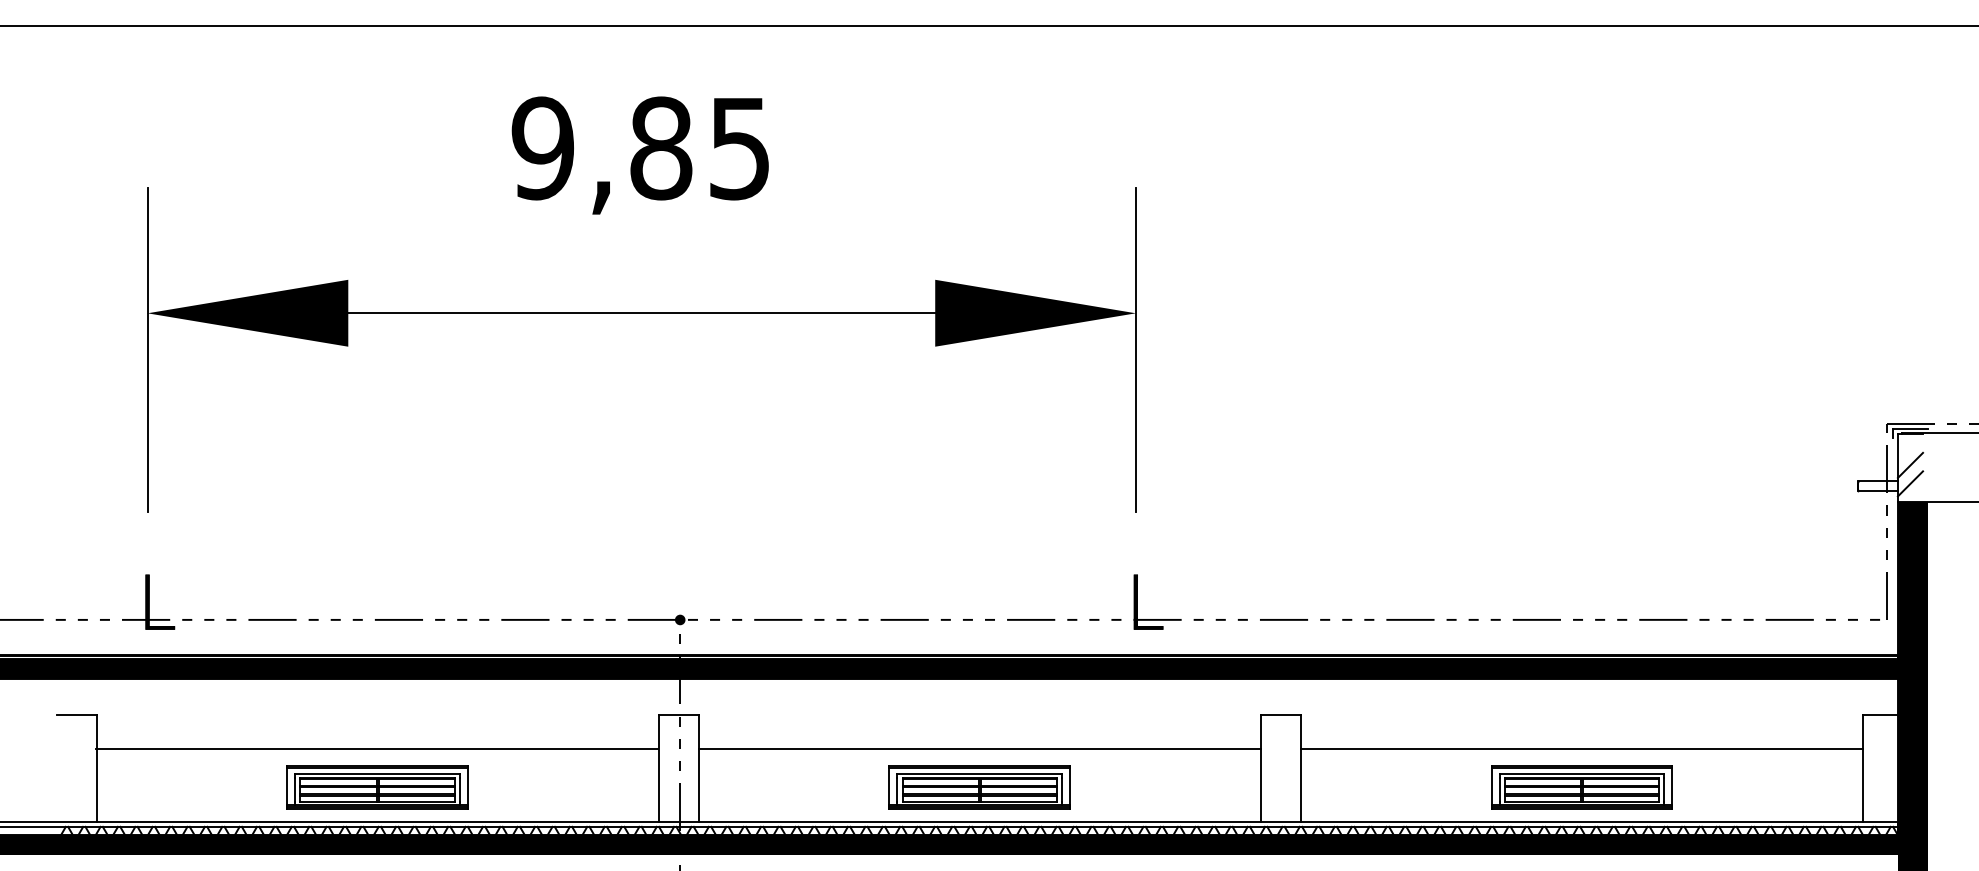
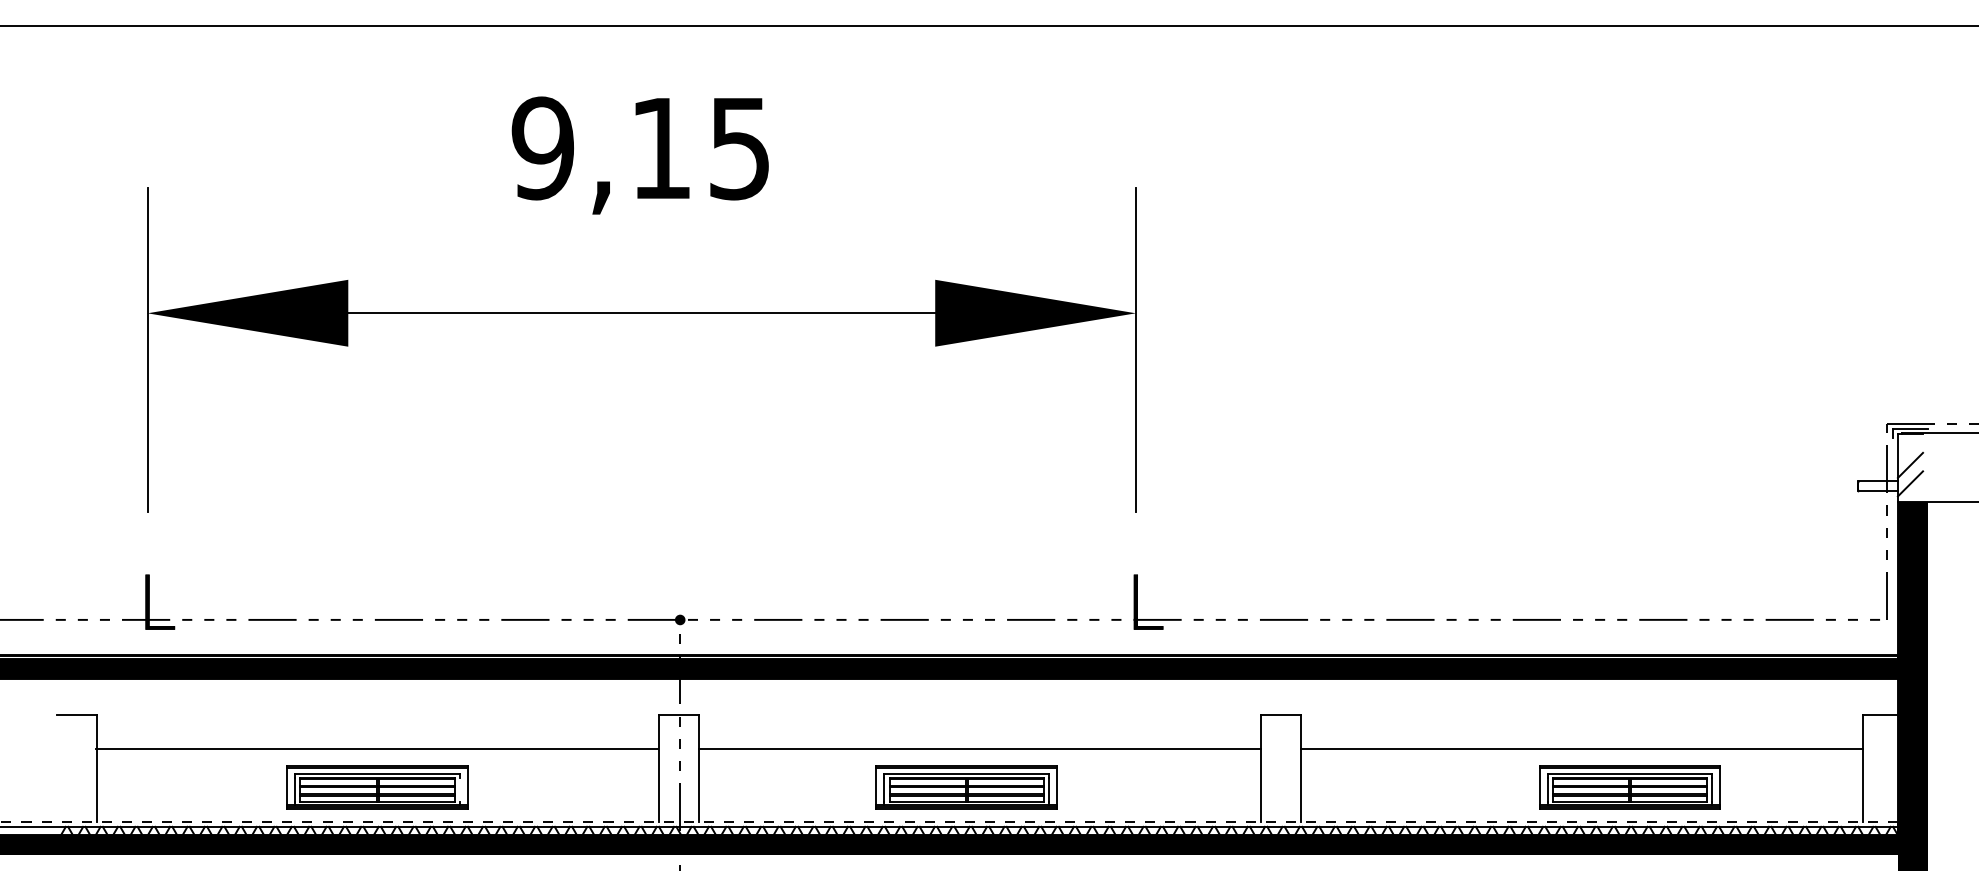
text at (661, 148): 9,85 -> 9,15
part at (979, 787) position: (979, 787) -> (966, 787)
part at (1581, 787) position: (1581, 787) -> (1629, 787)
line at (459, 789): present -> none
line at (948, 821): solid -> dashed
